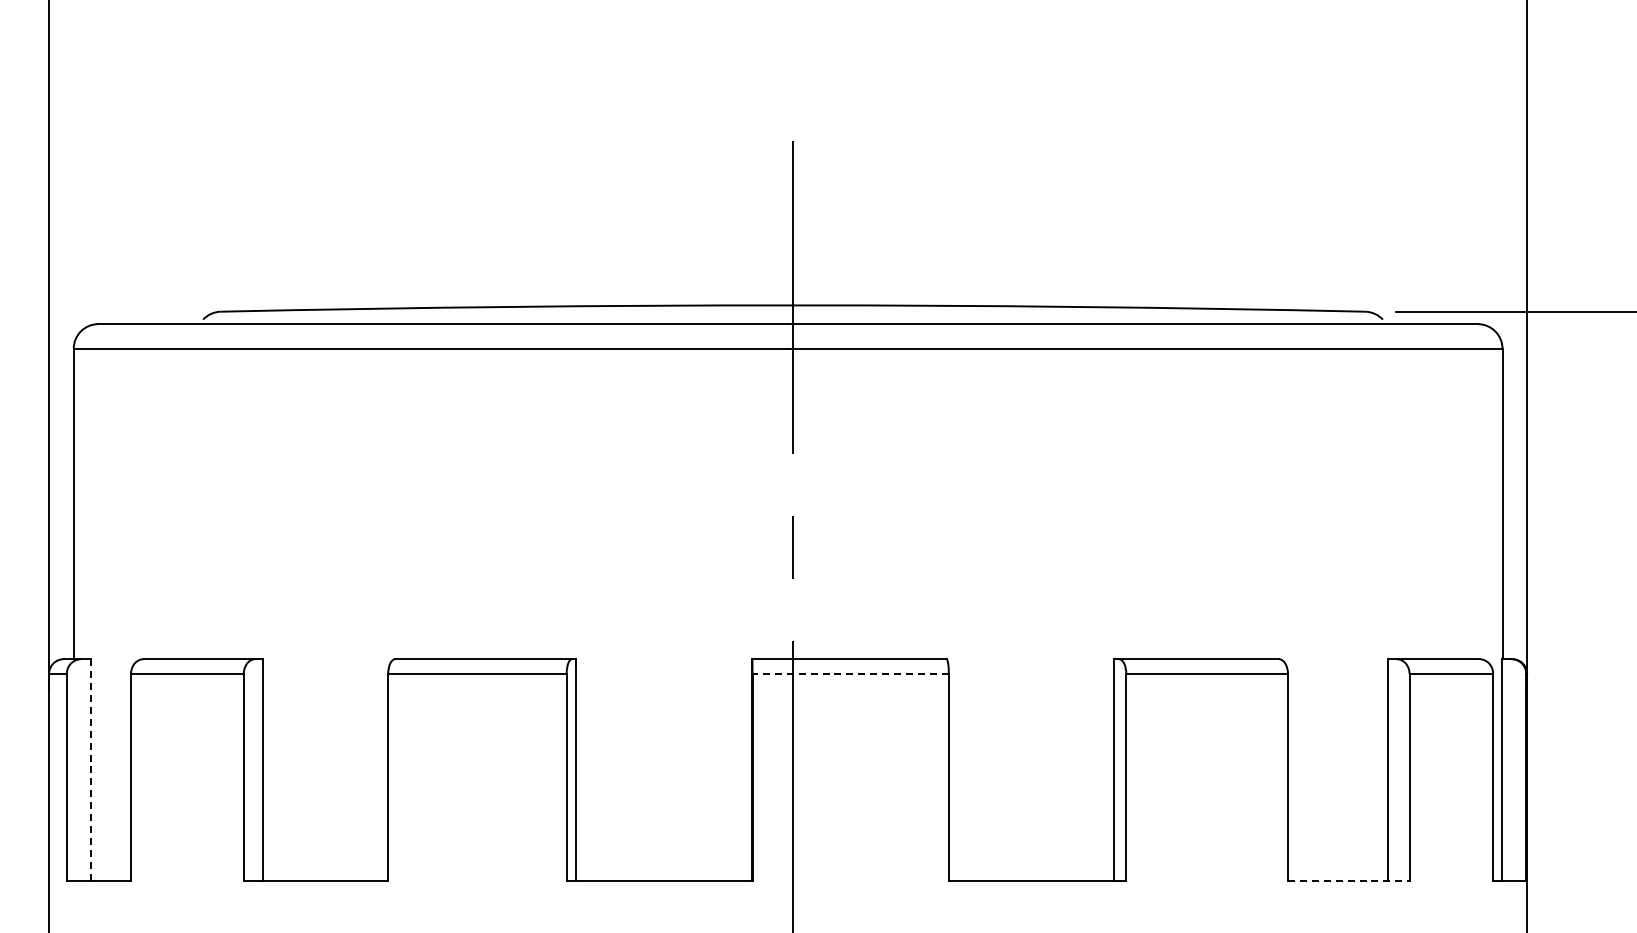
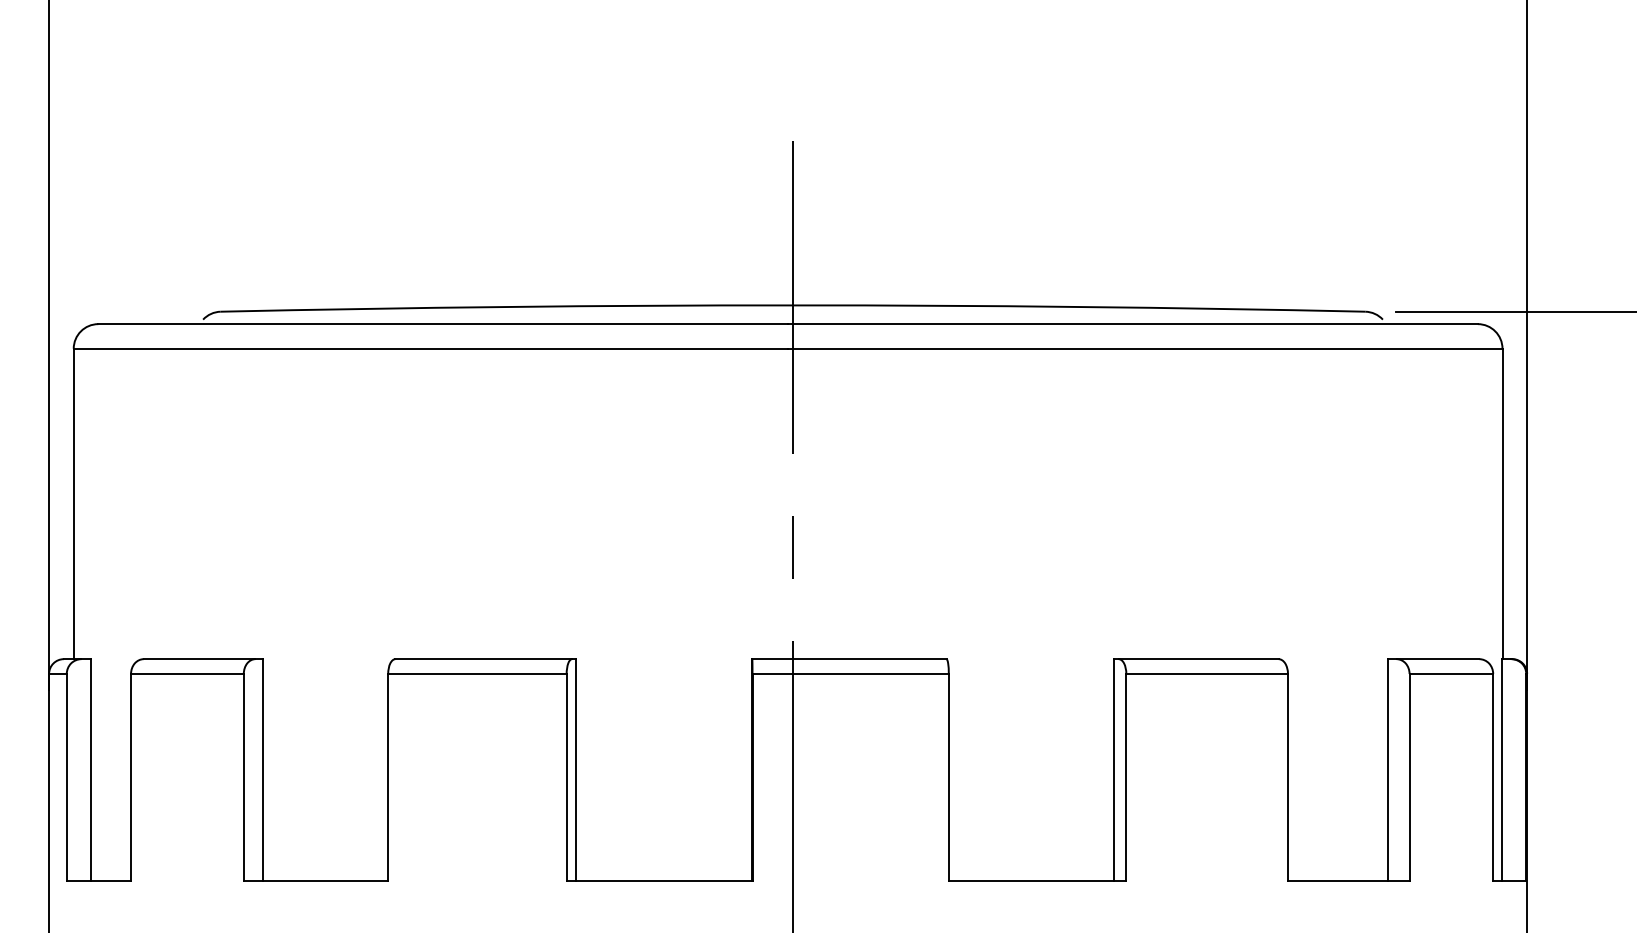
line at (850, 673): dashed -> solid
line at (91, 770): dashed -> solid
line at (1348, 880): dashed -> solid
